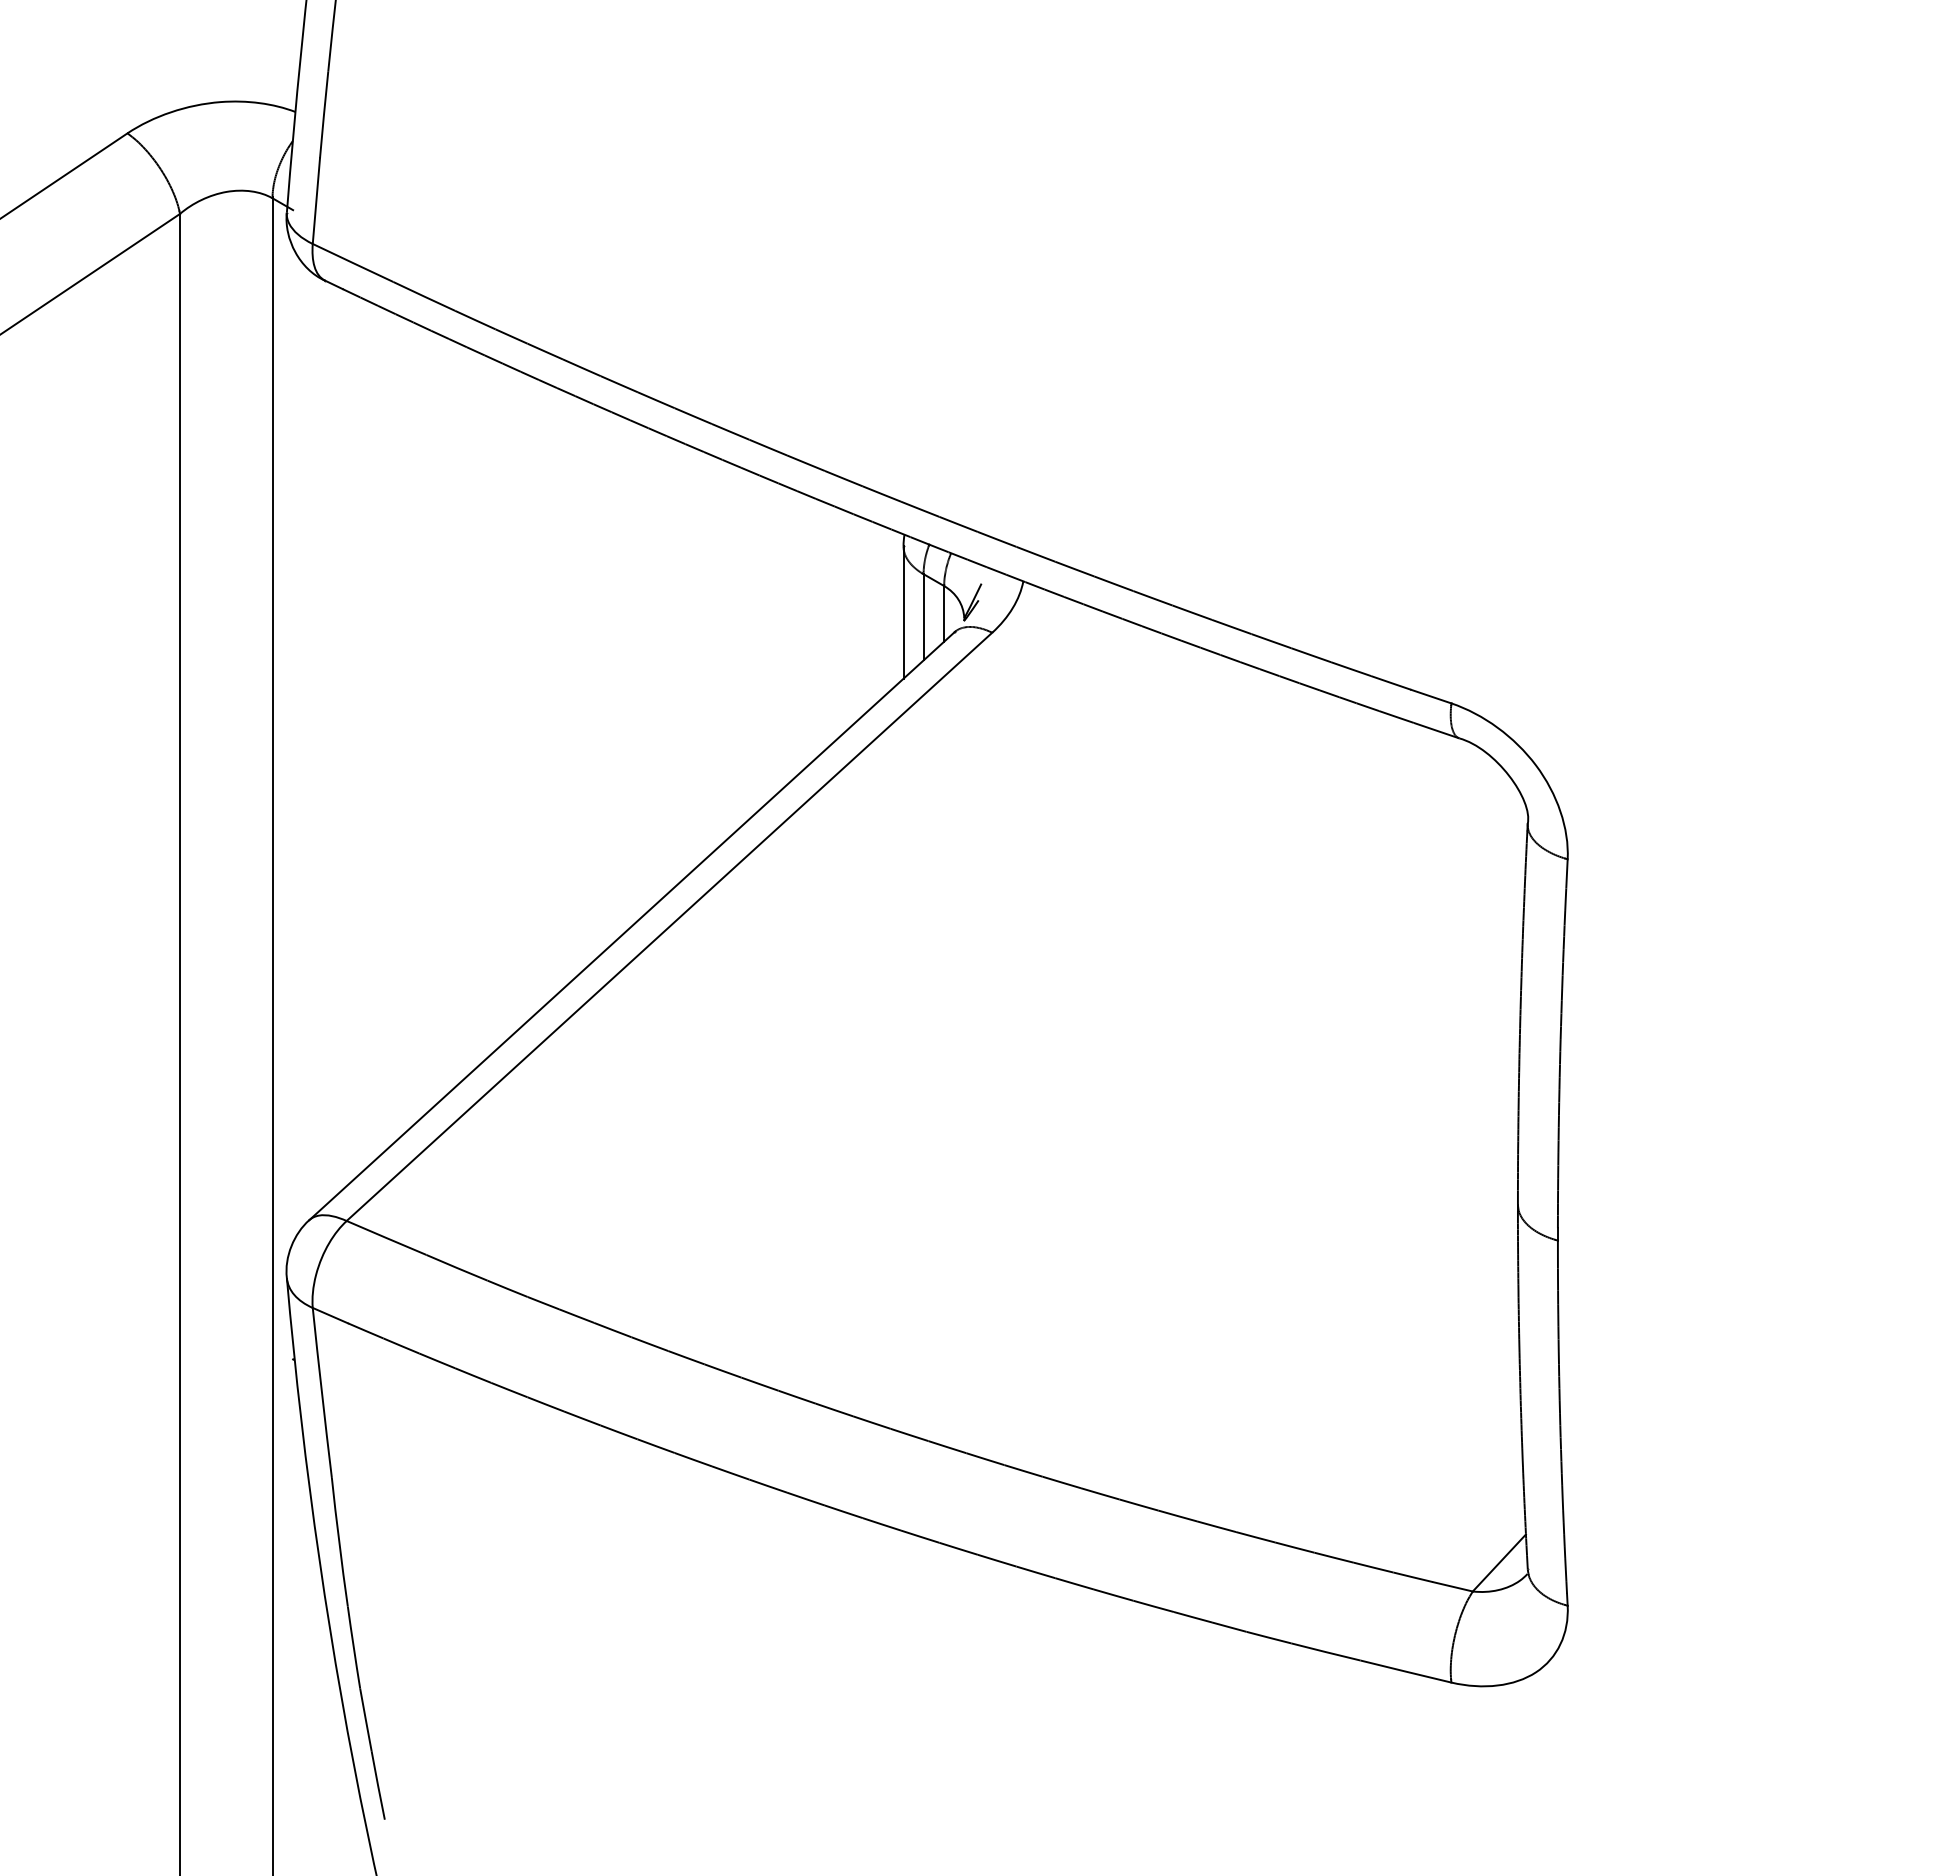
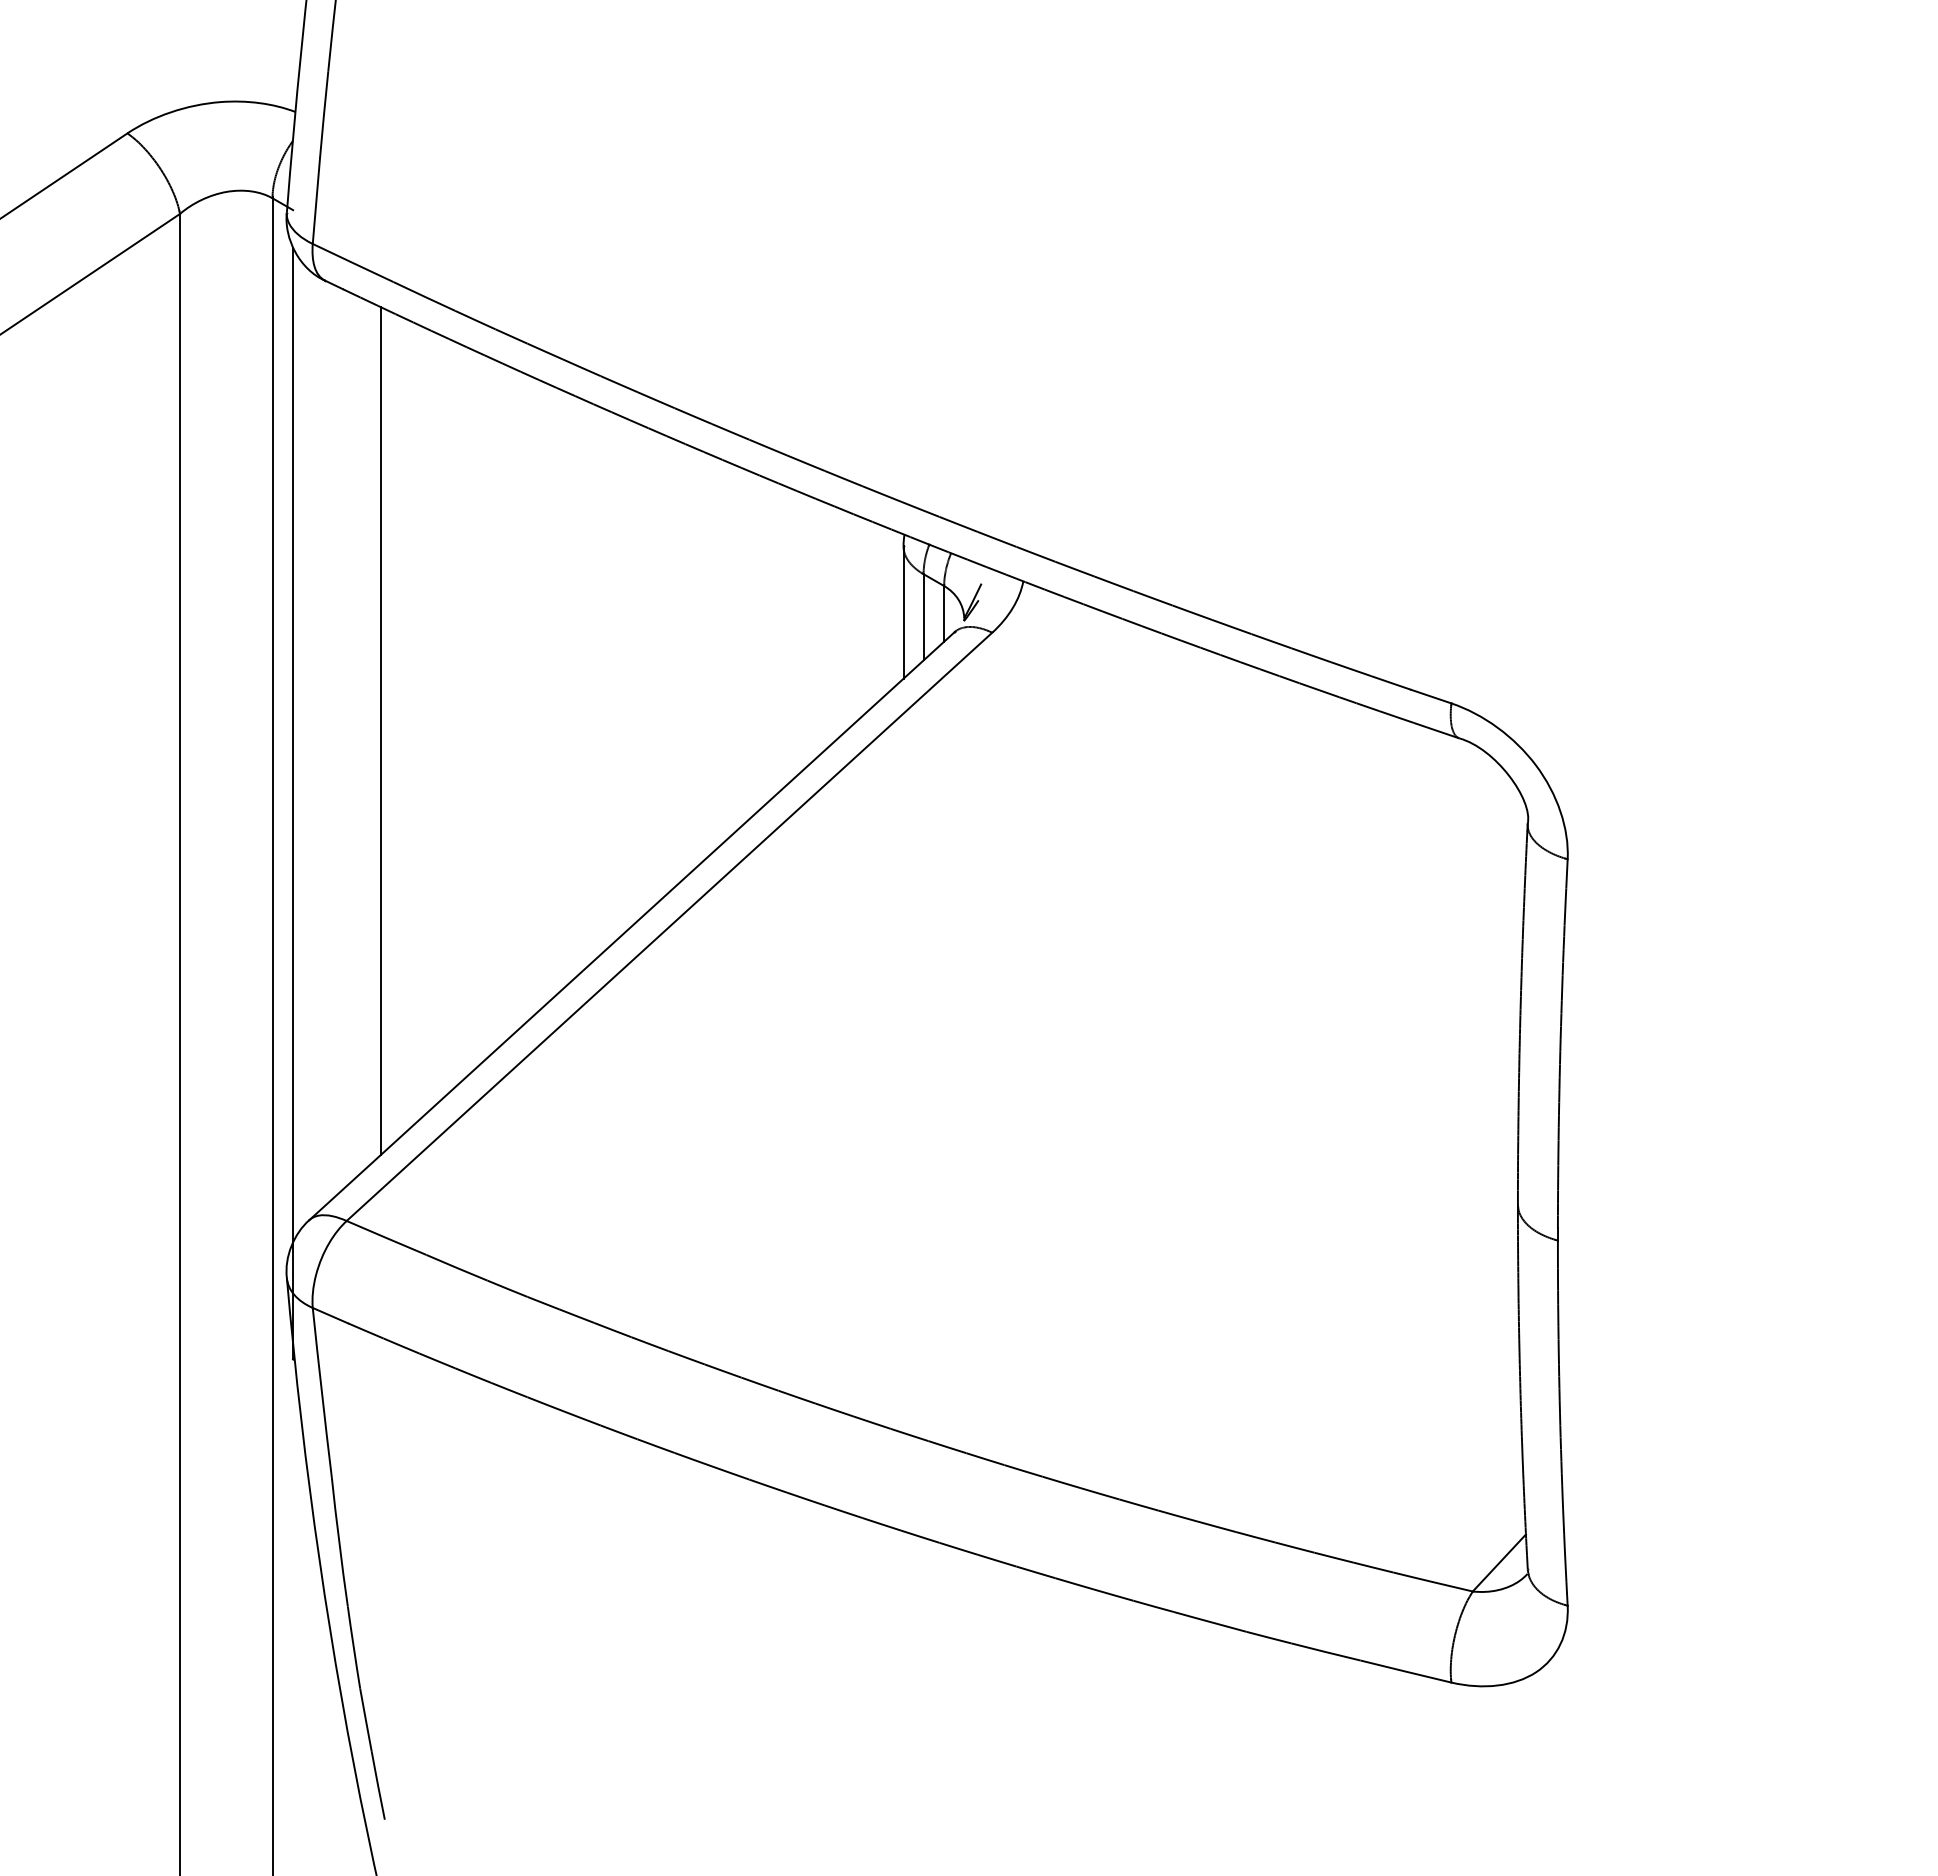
line at (380, 730): none -> present
line at (293, 803): none -> present
